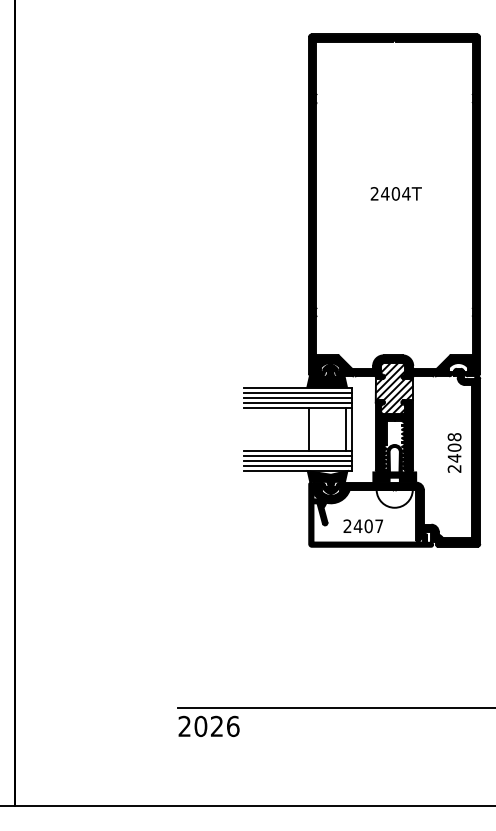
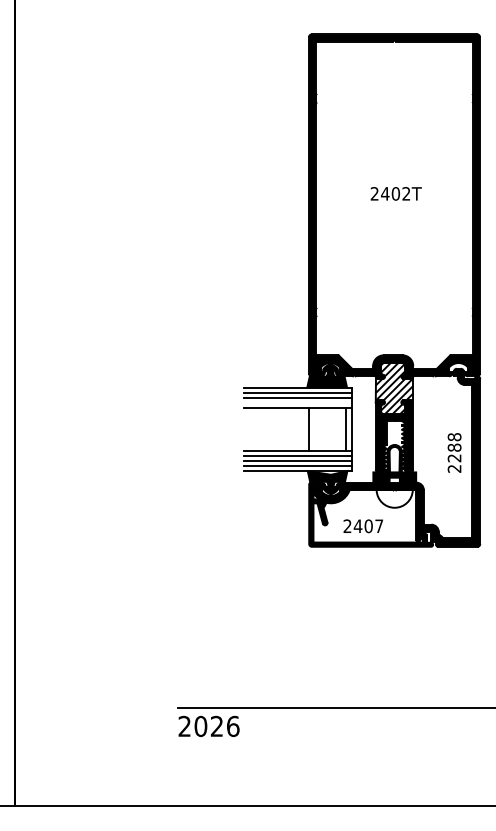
text at (406, 193): 2404T -> 2402T
line at (297, 403): present -> none
text at (454, 452): 2408 -> 2288
